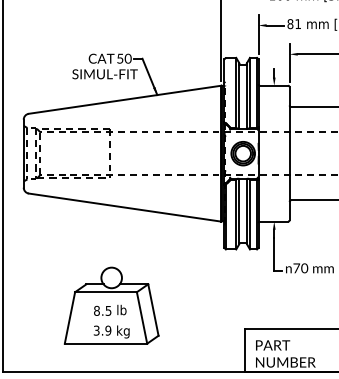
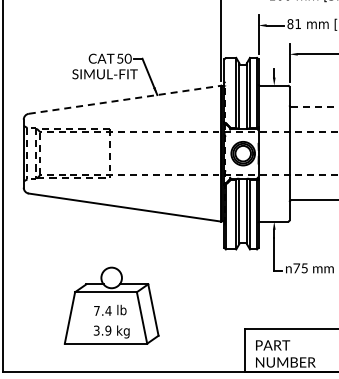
line at (125, 99): solid -> dashed
line at (315, 106): solid -> dashed
text at (304, 268): 70 -> 75
text at (102, 310): 8.5 -> 7.4
